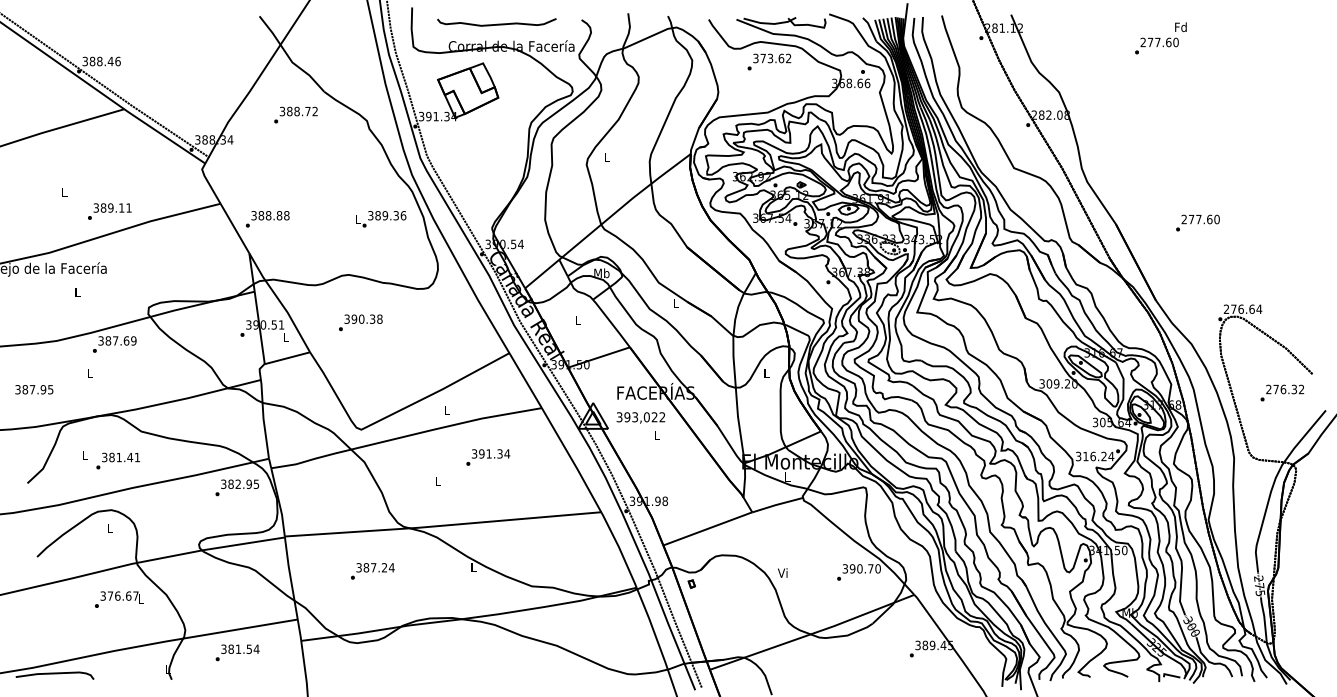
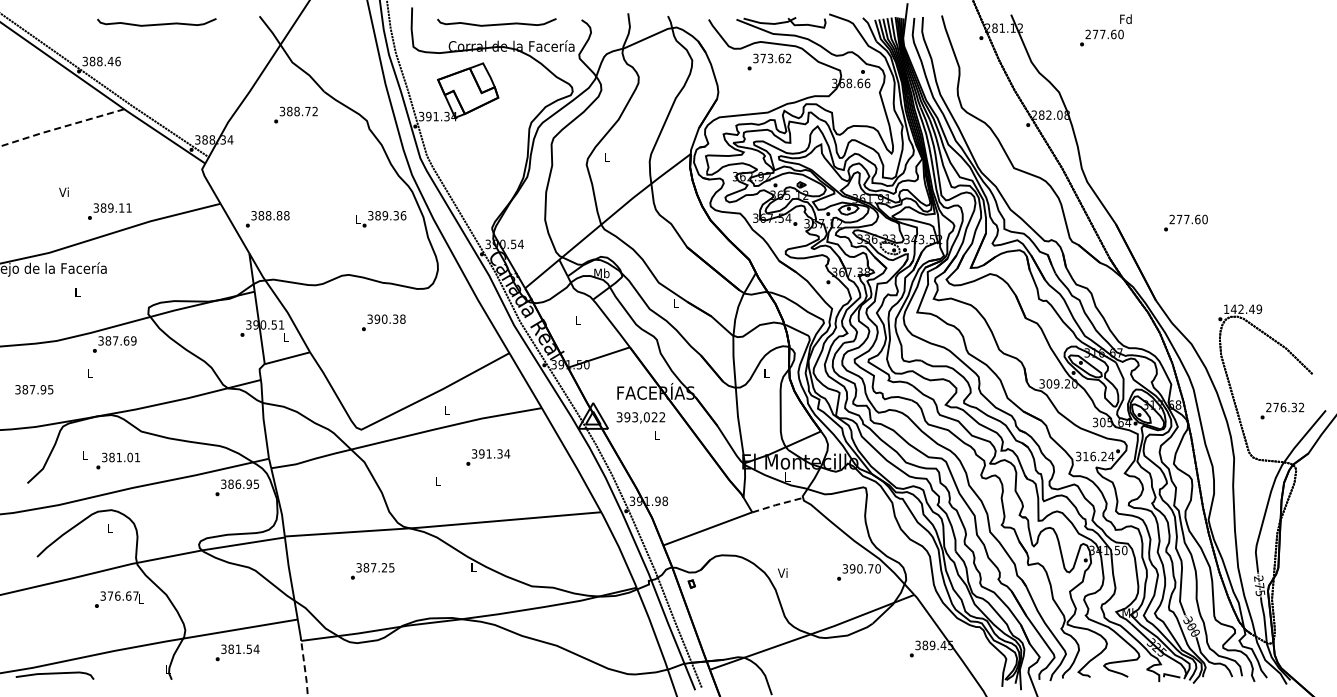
curve at (156, 23): none -> present
text at (1160, 38) position: (1160, 38) -> (1105, 30)
line at (61, 127): solid -> dashed
text at (63, 191): L -> Vi
text at (1197, 222) position: (1197, 222) -> (1185, 222)
text at (1242, 309): 276.64 -> 142.49
text at (360, 322) position: (360, 322) -> (383, 322)
text at (1282, 392) position: (1282, 392) -> (1282, 410)
text at (130, 457): 381.41 -> 381.01
text at (238, 483): 382.95 -> 386.95
line at (777, 504): solid -> dashed
text at (391, 567): 387.24 -> 387.25
line at (304, 669): solid -> dashed
